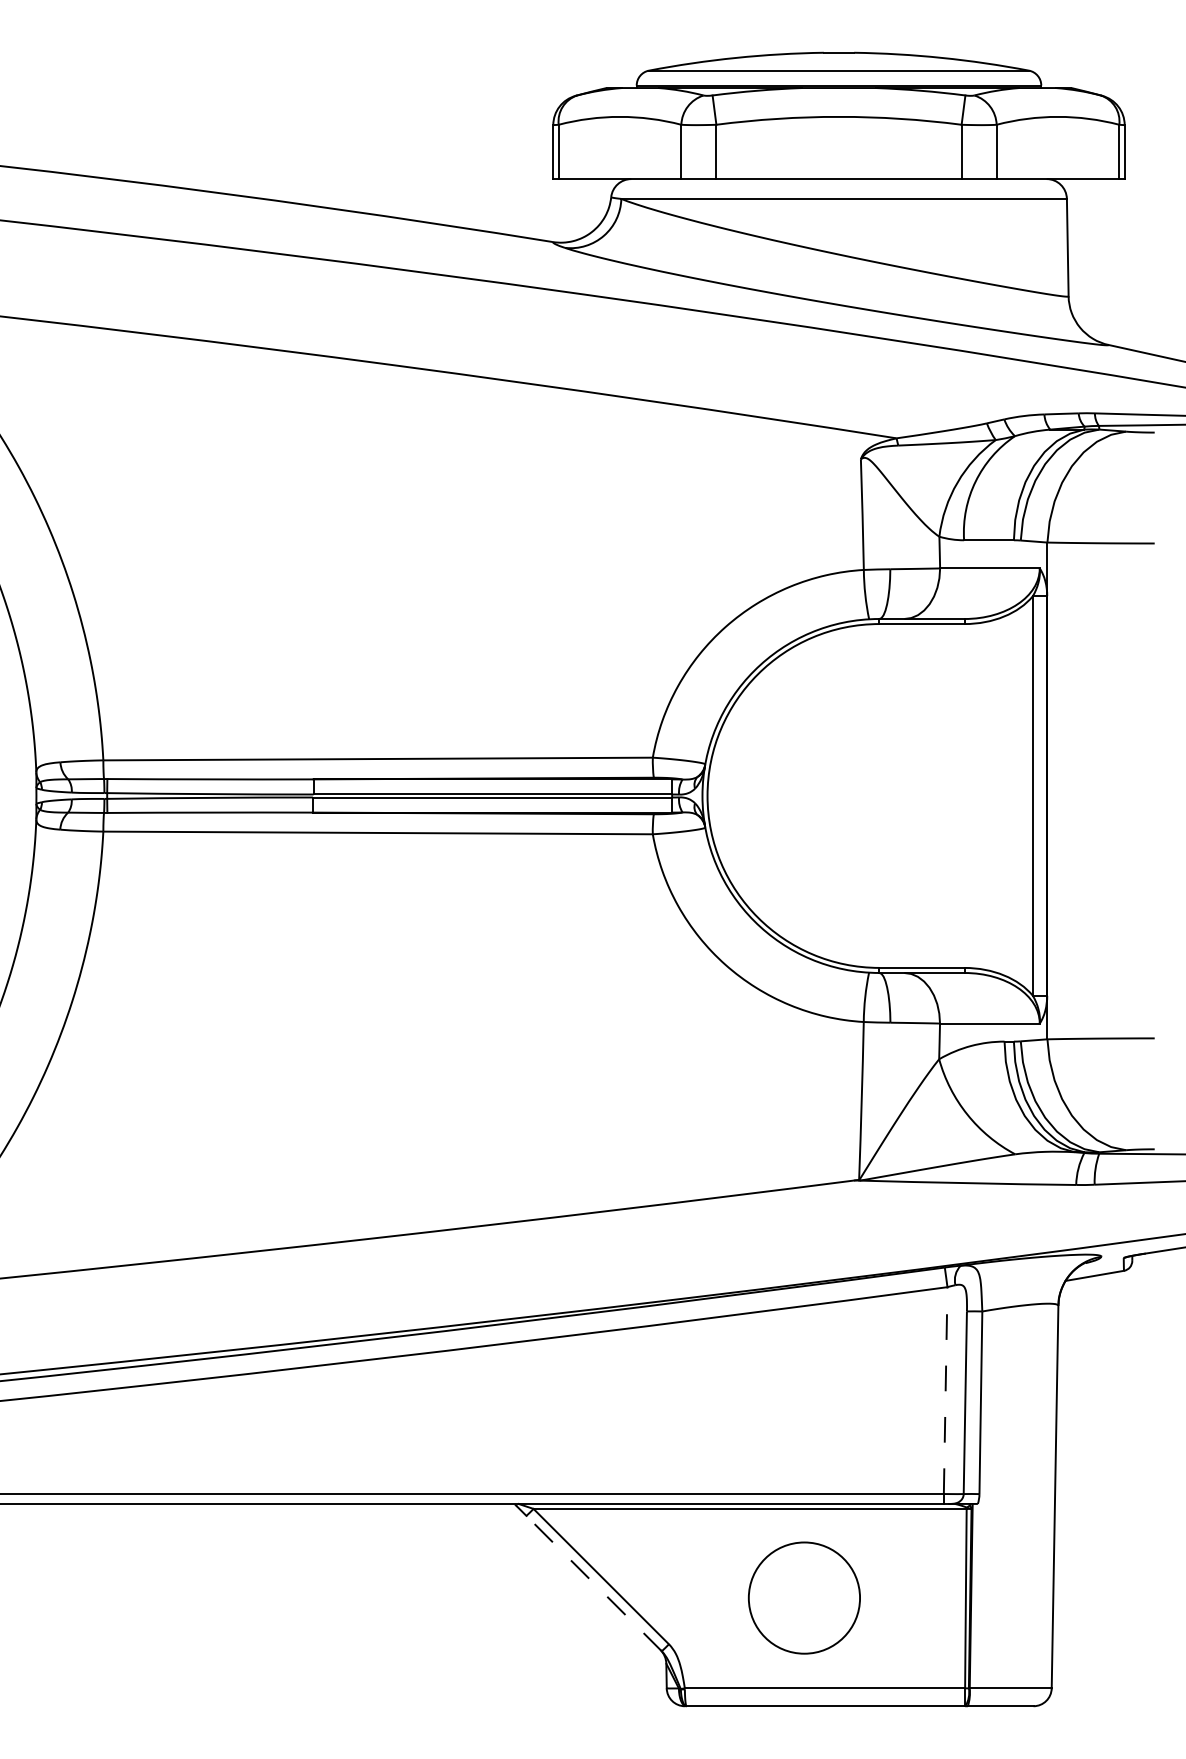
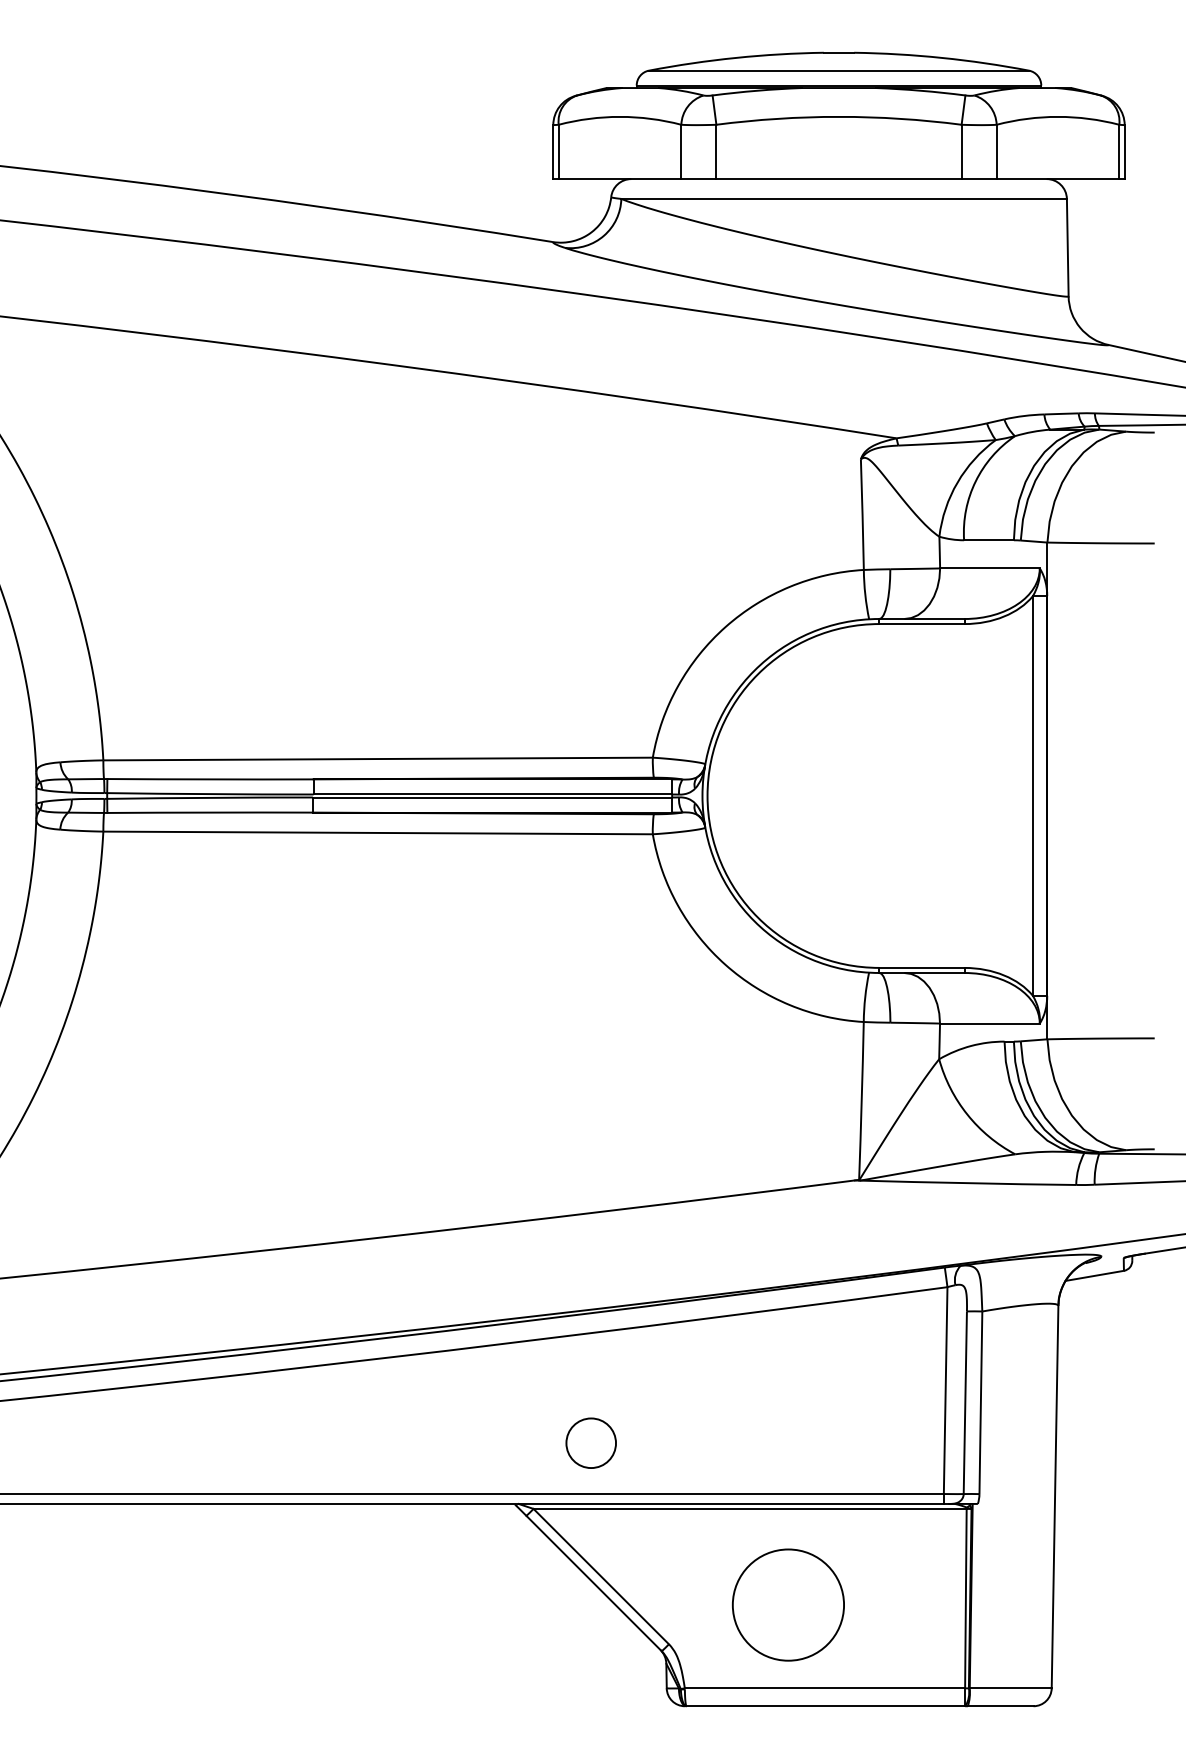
line at (945, 1390): dashed -> solid
circle at (590, 1442): none -> present
line at (594, 1583): dashed -> solid
circle at (803, 1597) position: (803, 1597) -> (787, 1604)
